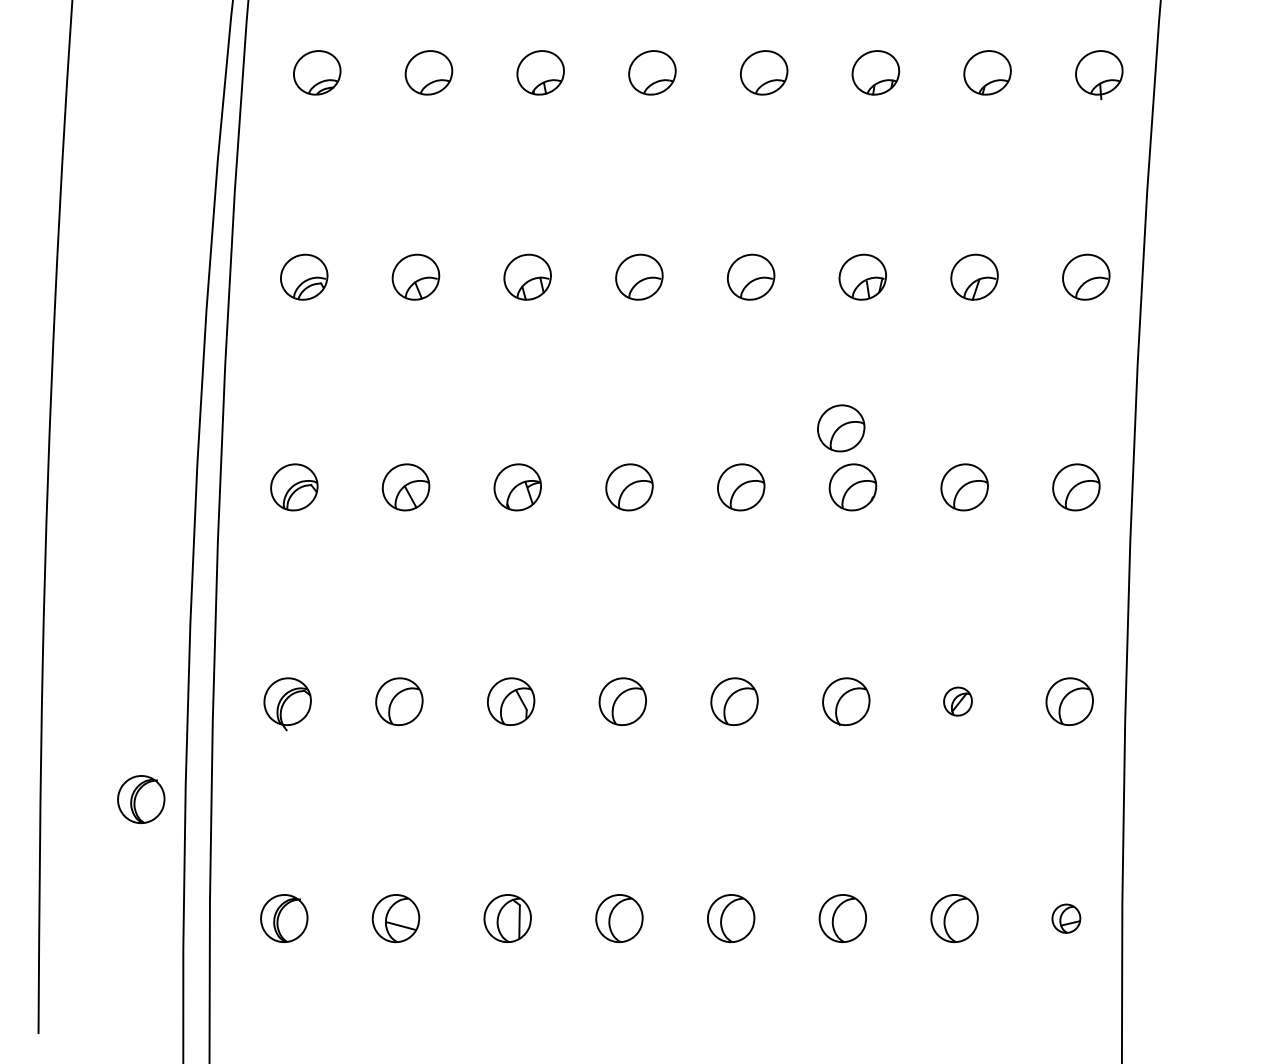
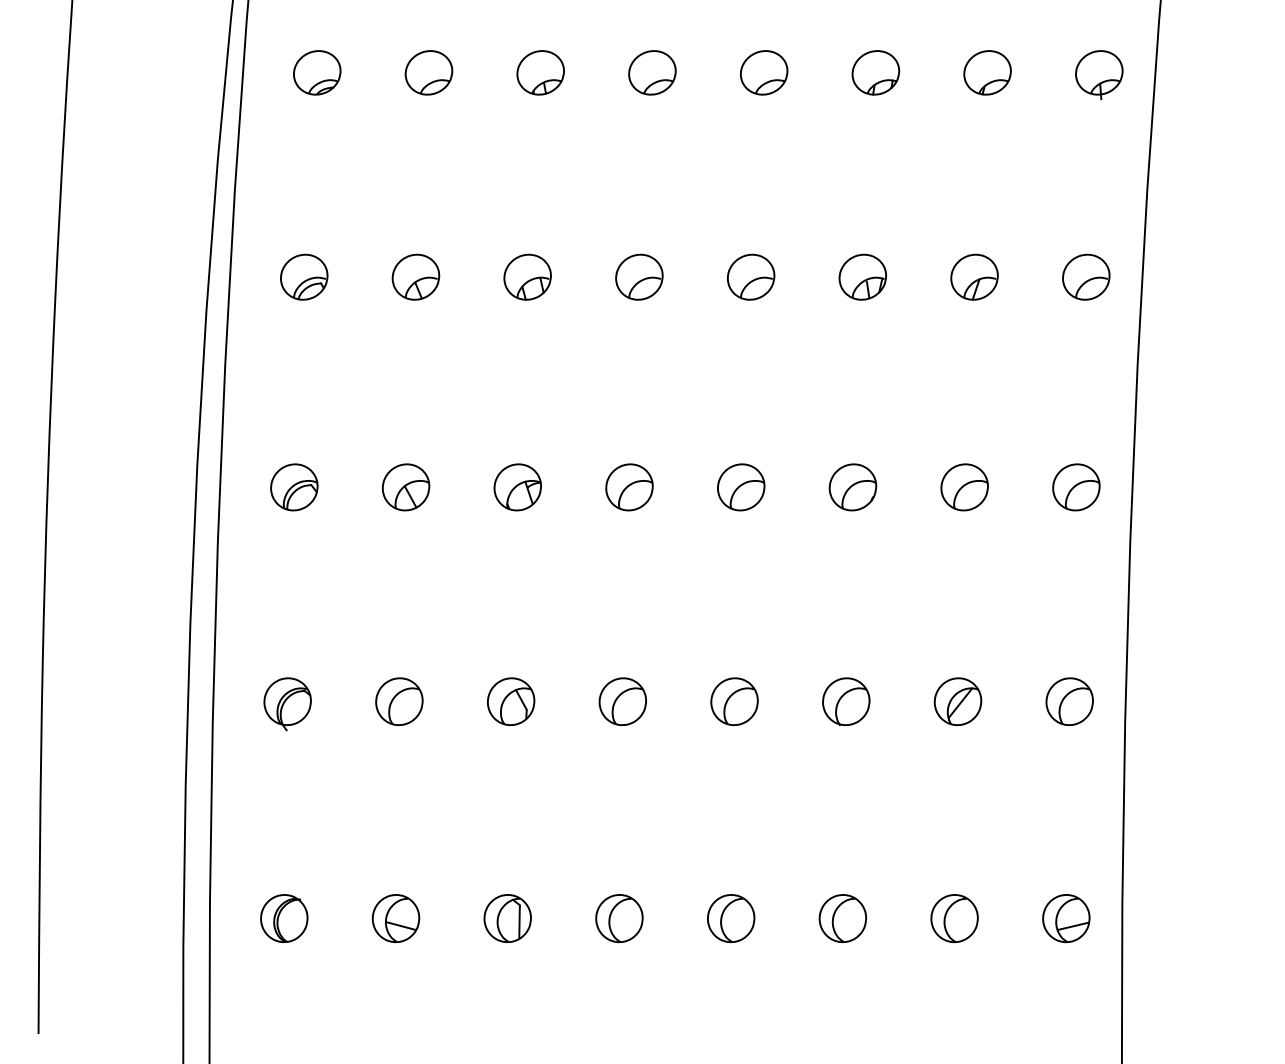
part at (841, 428): present -> none
part at (957, 701) size: 30x31 px -> 50x49 px
part at (141, 799): present -> none
part at (1066, 918) size: 31x31 px -> 49x50 px
